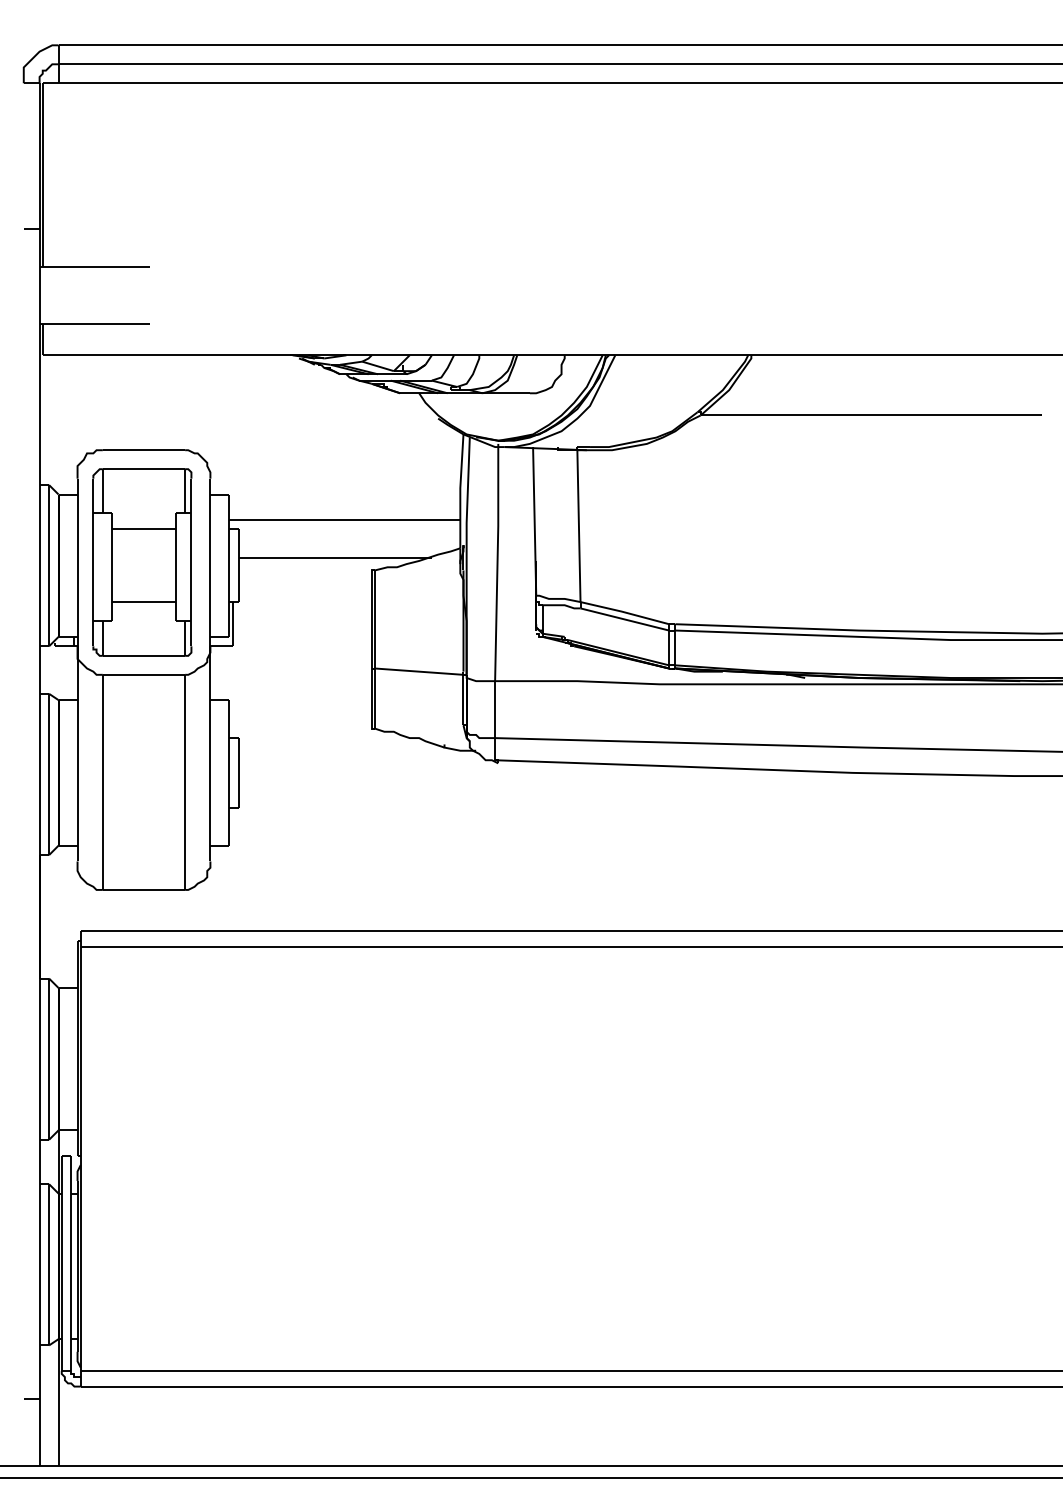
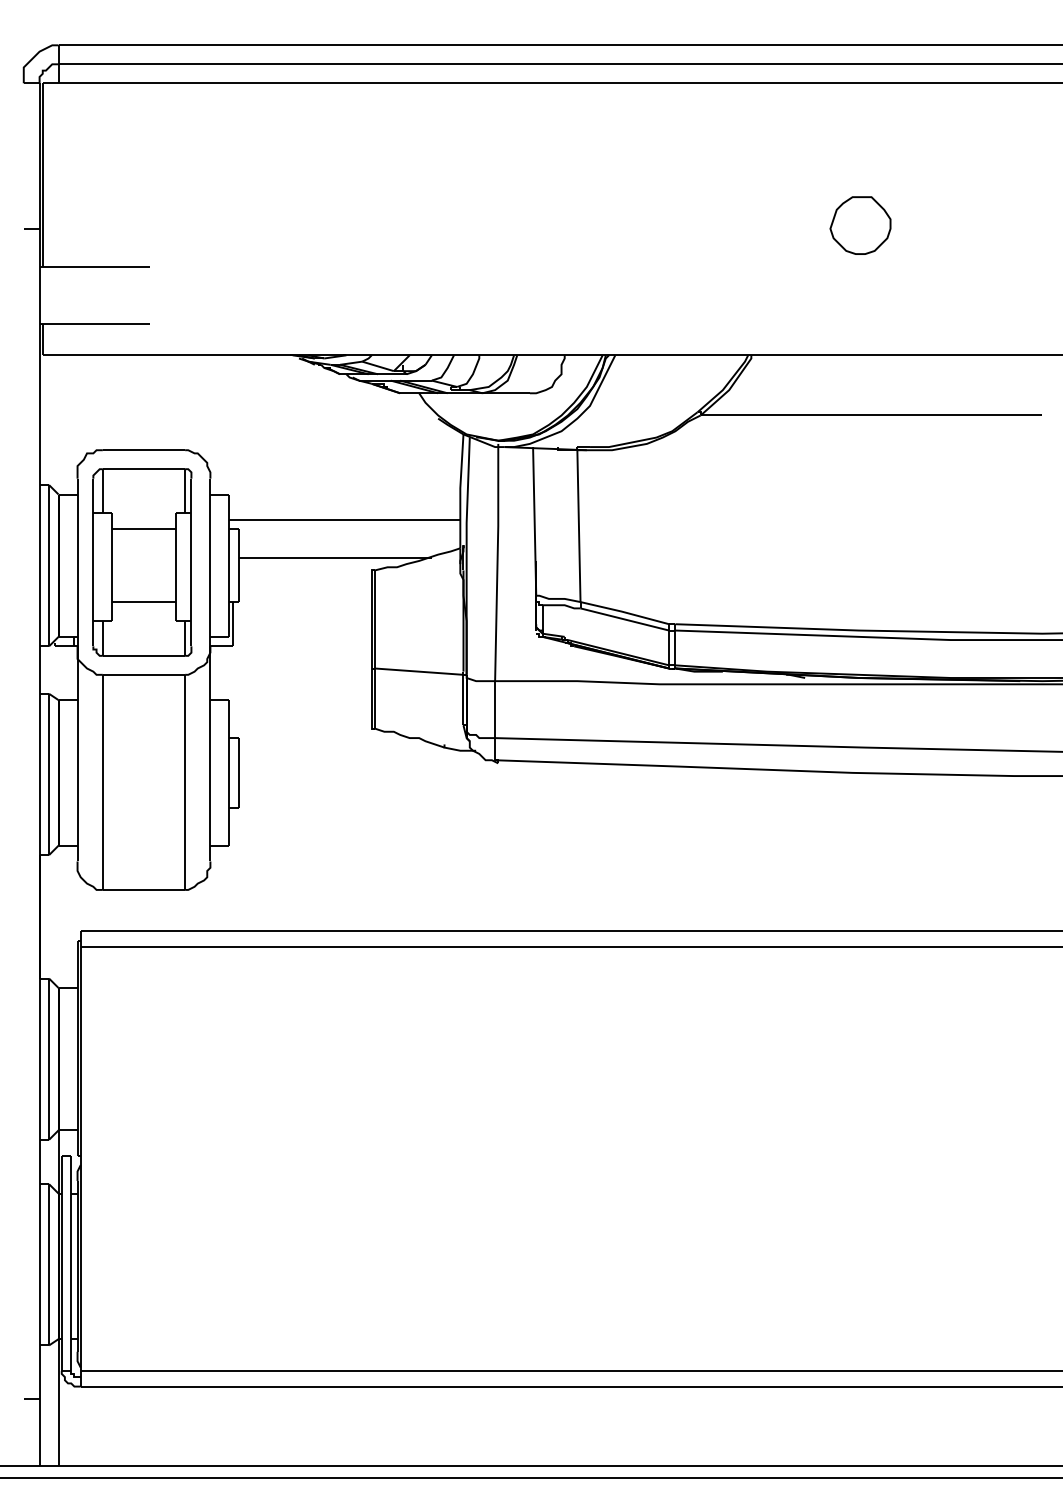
part at (860, 225): none -> present
